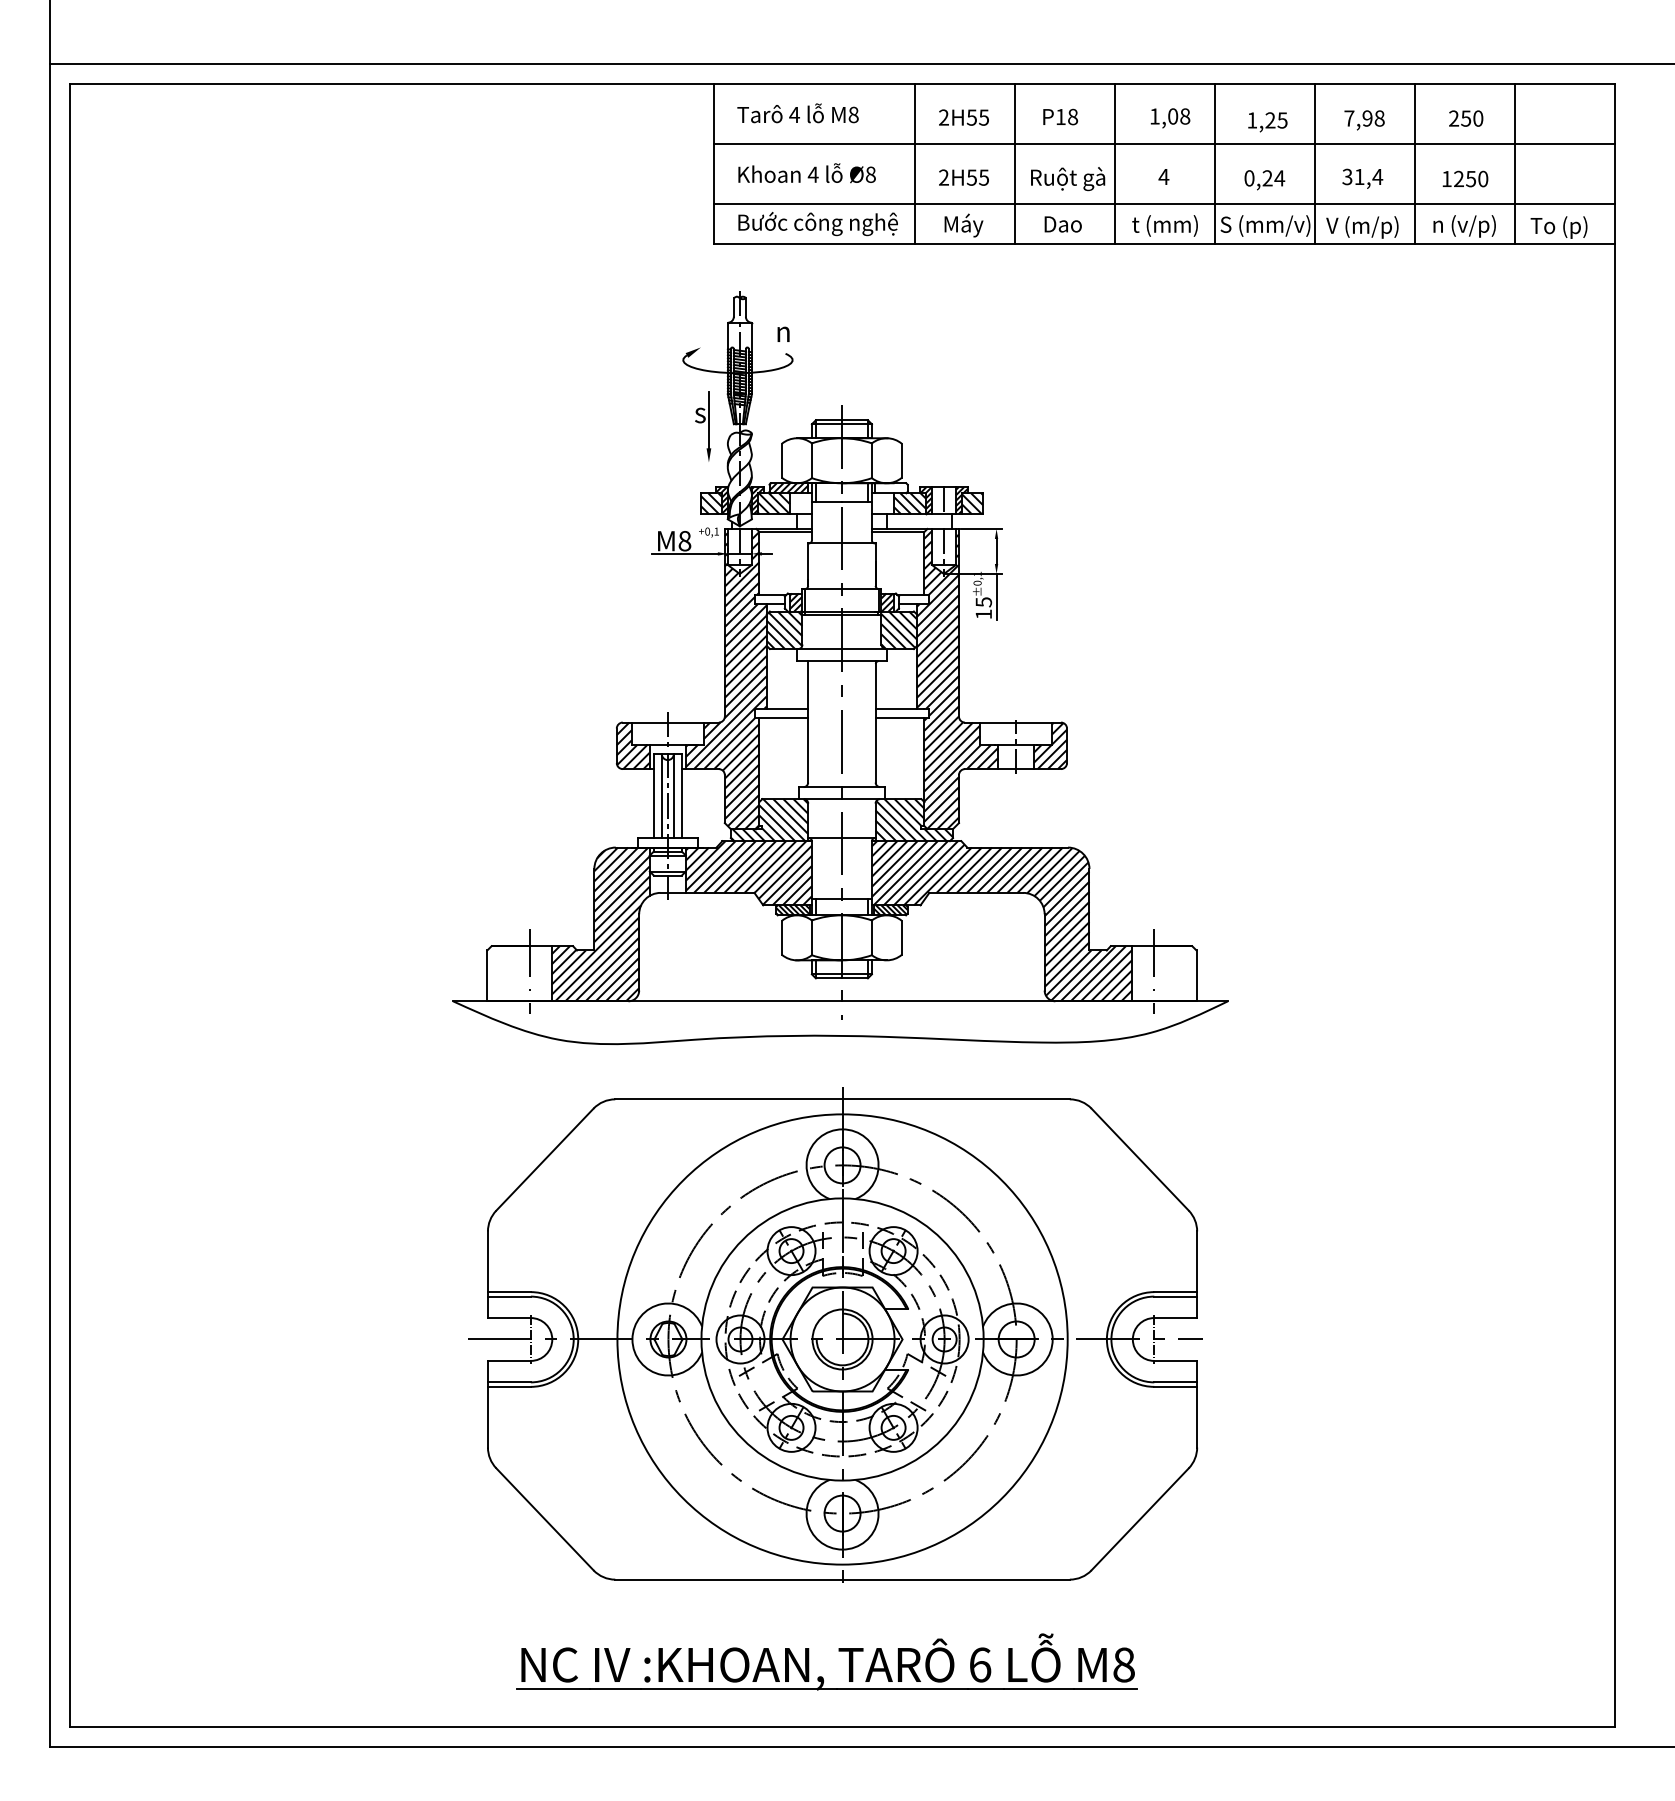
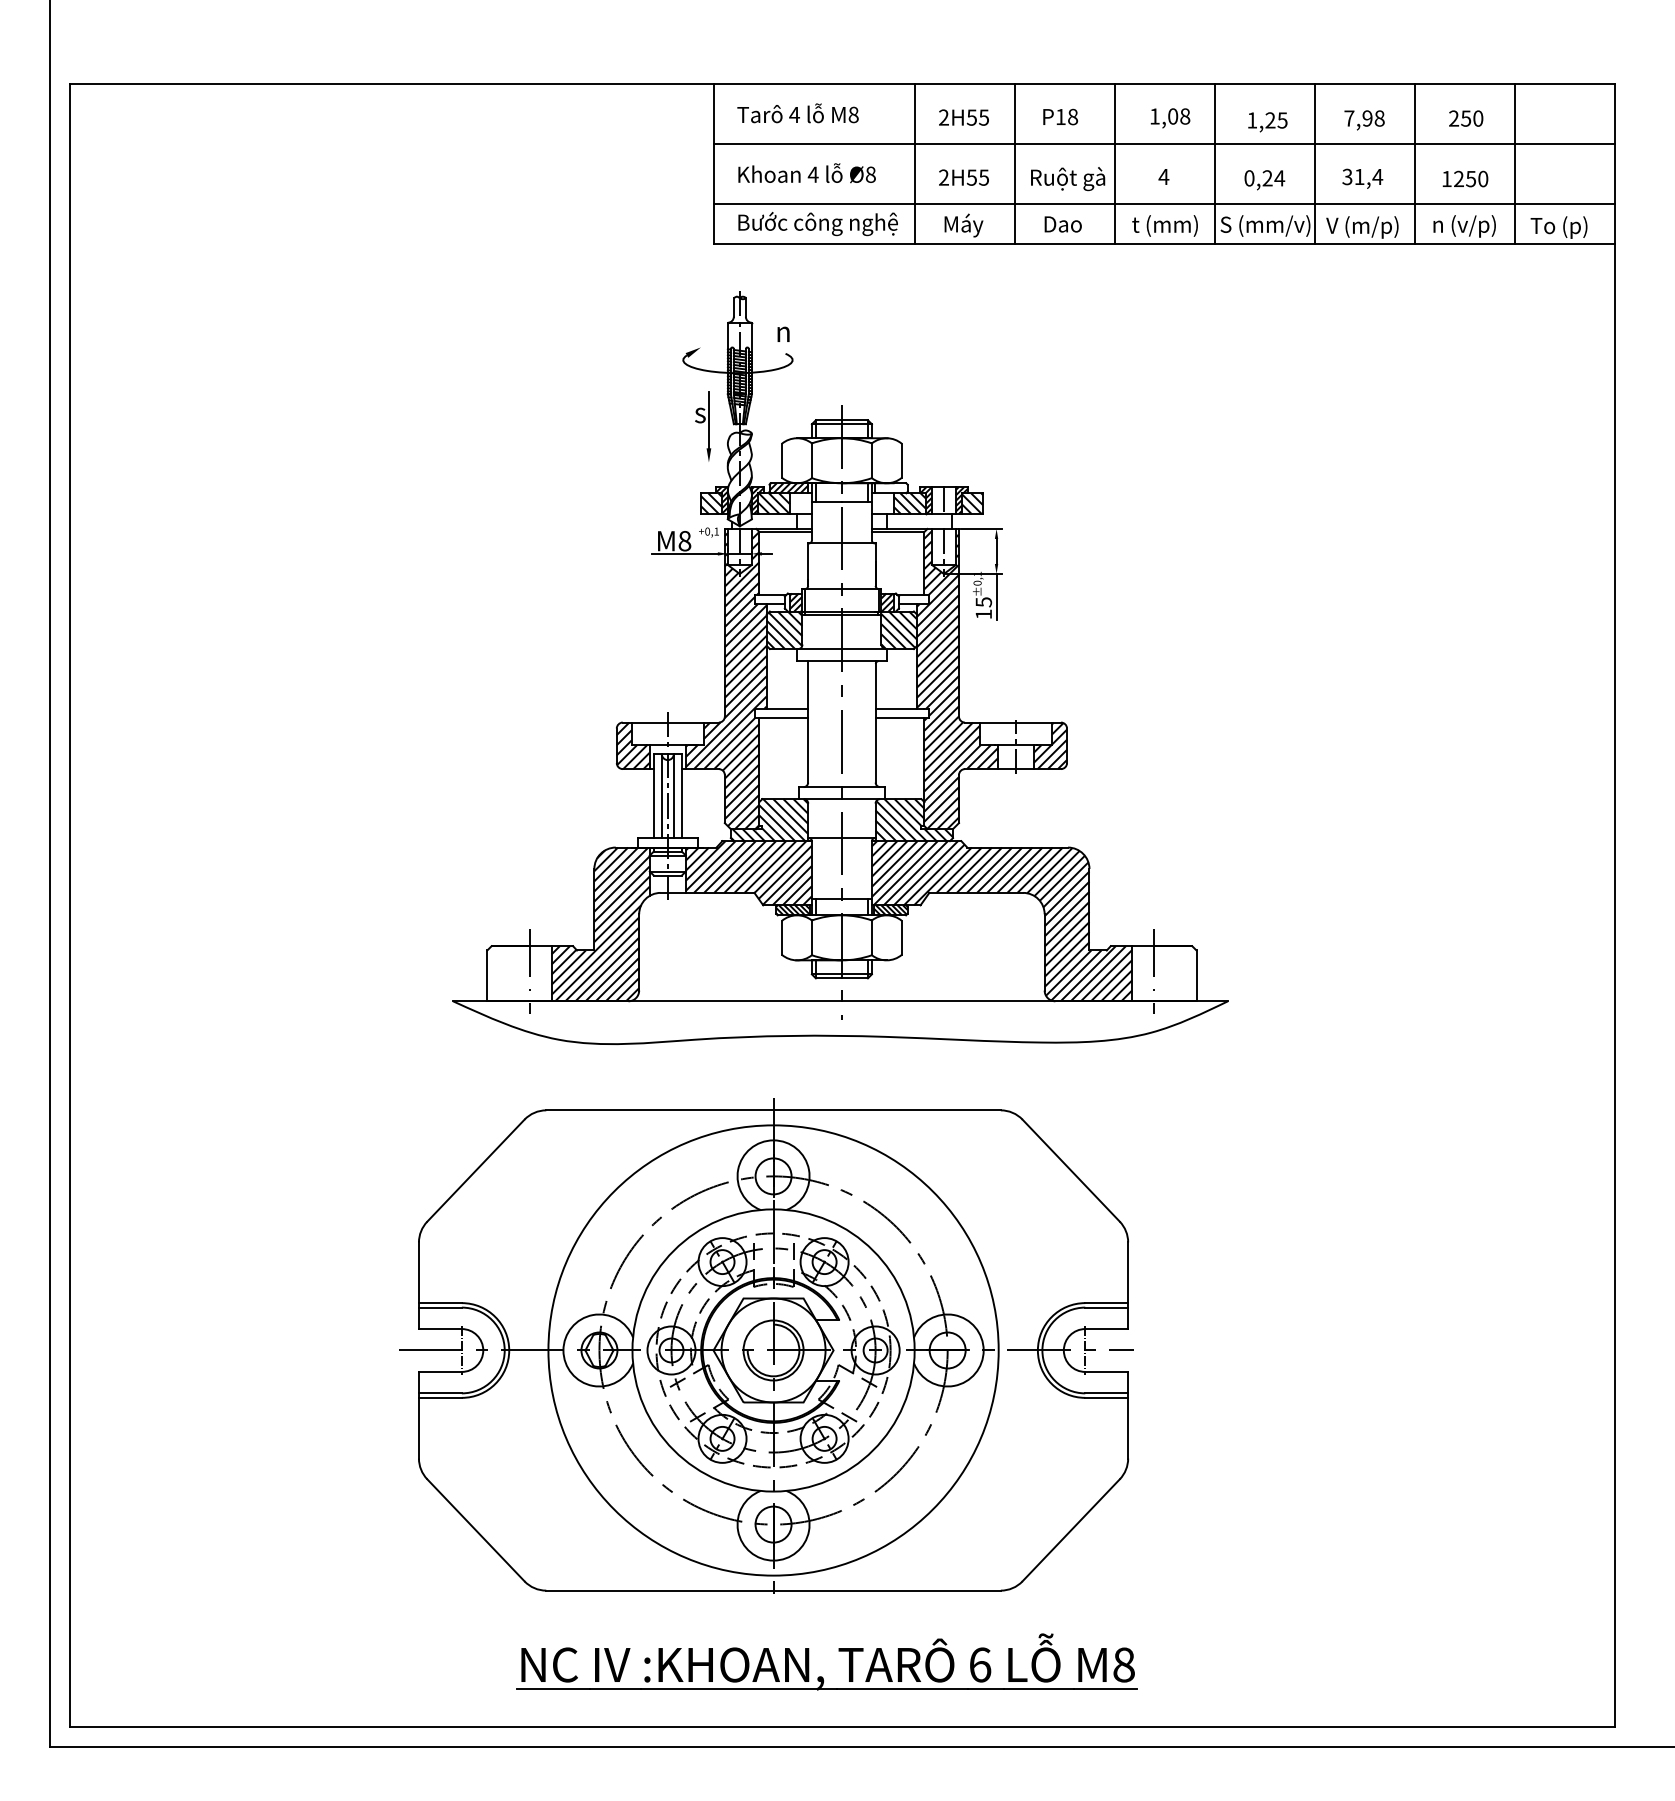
line at (860, 64): present -> none
part at (835, 1334) position: (835, 1334) -> (766, 1345)
